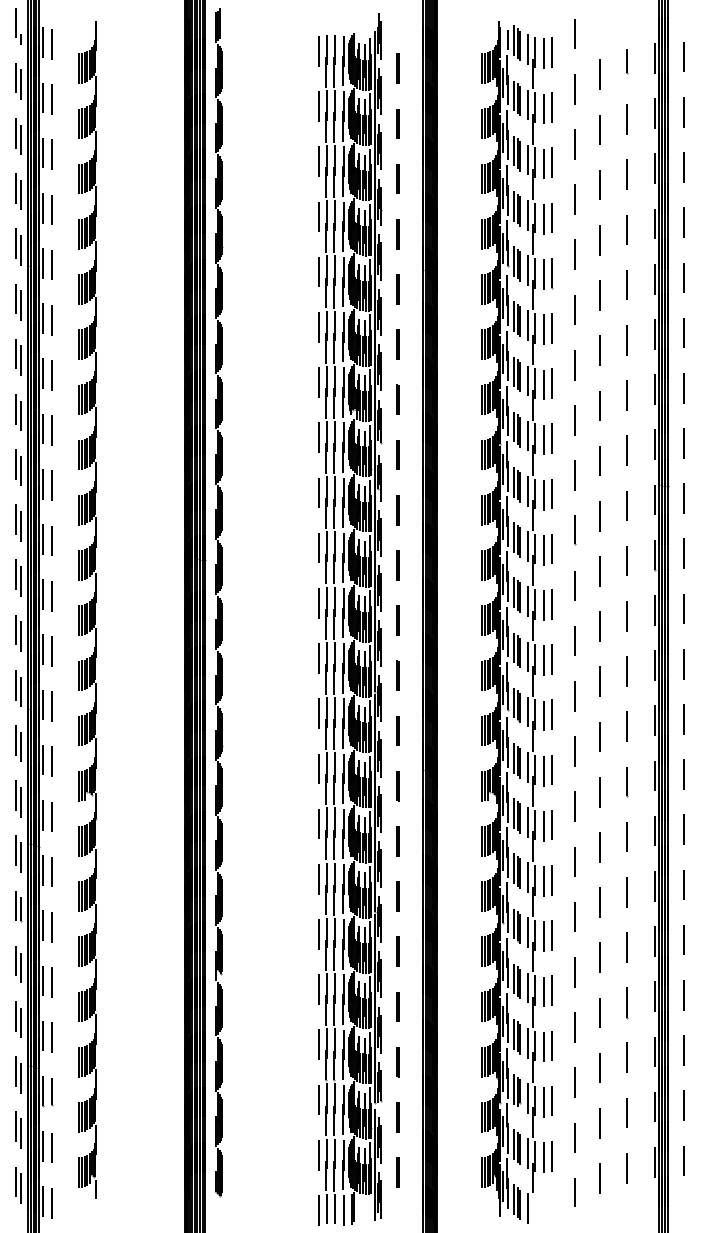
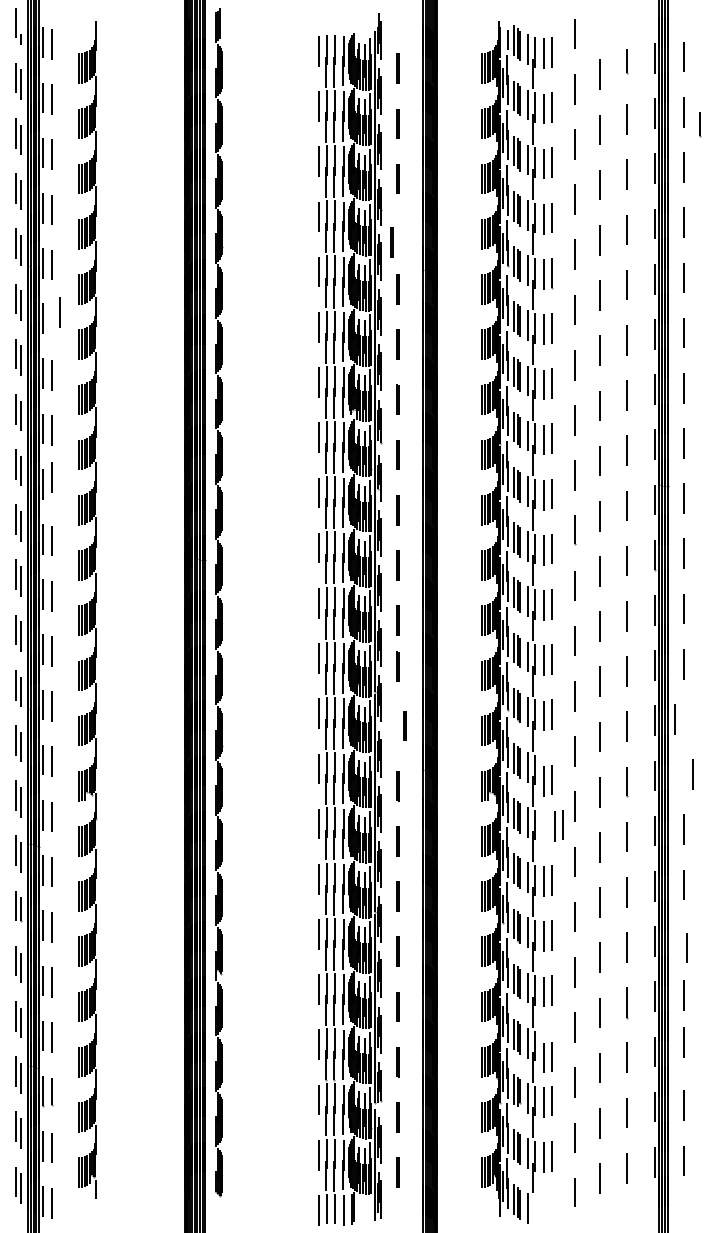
line at (700, 124): none -> present
line at (397, 234) position: (397, 234) -> (391, 242)
line at (51, 320) position: (51, 320) -> (59, 312)
line at (51, 485) position: (51, 485) -> (51, 477)
line at (397, 675) position: (397, 675) -> (397, 666)
line at (683, 719) position: (683, 719) -> (674, 719)
line at (397, 730) position: (397, 730) -> (404, 725)
part at (547, 770) position: (547, 770) -> (547, 780)
line at (683, 774) position: (683, 774) -> (692, 774)
part at (547, 825) position: (547, 825) -> (558, 825)
line at (683, 939) position: (683, 939) -> (686, 947)
part at (547, 1046) position: (547, 1046) -> (547, 1057)
line at (683, 1050) position: (683, 1050) -> (683, 1042)
